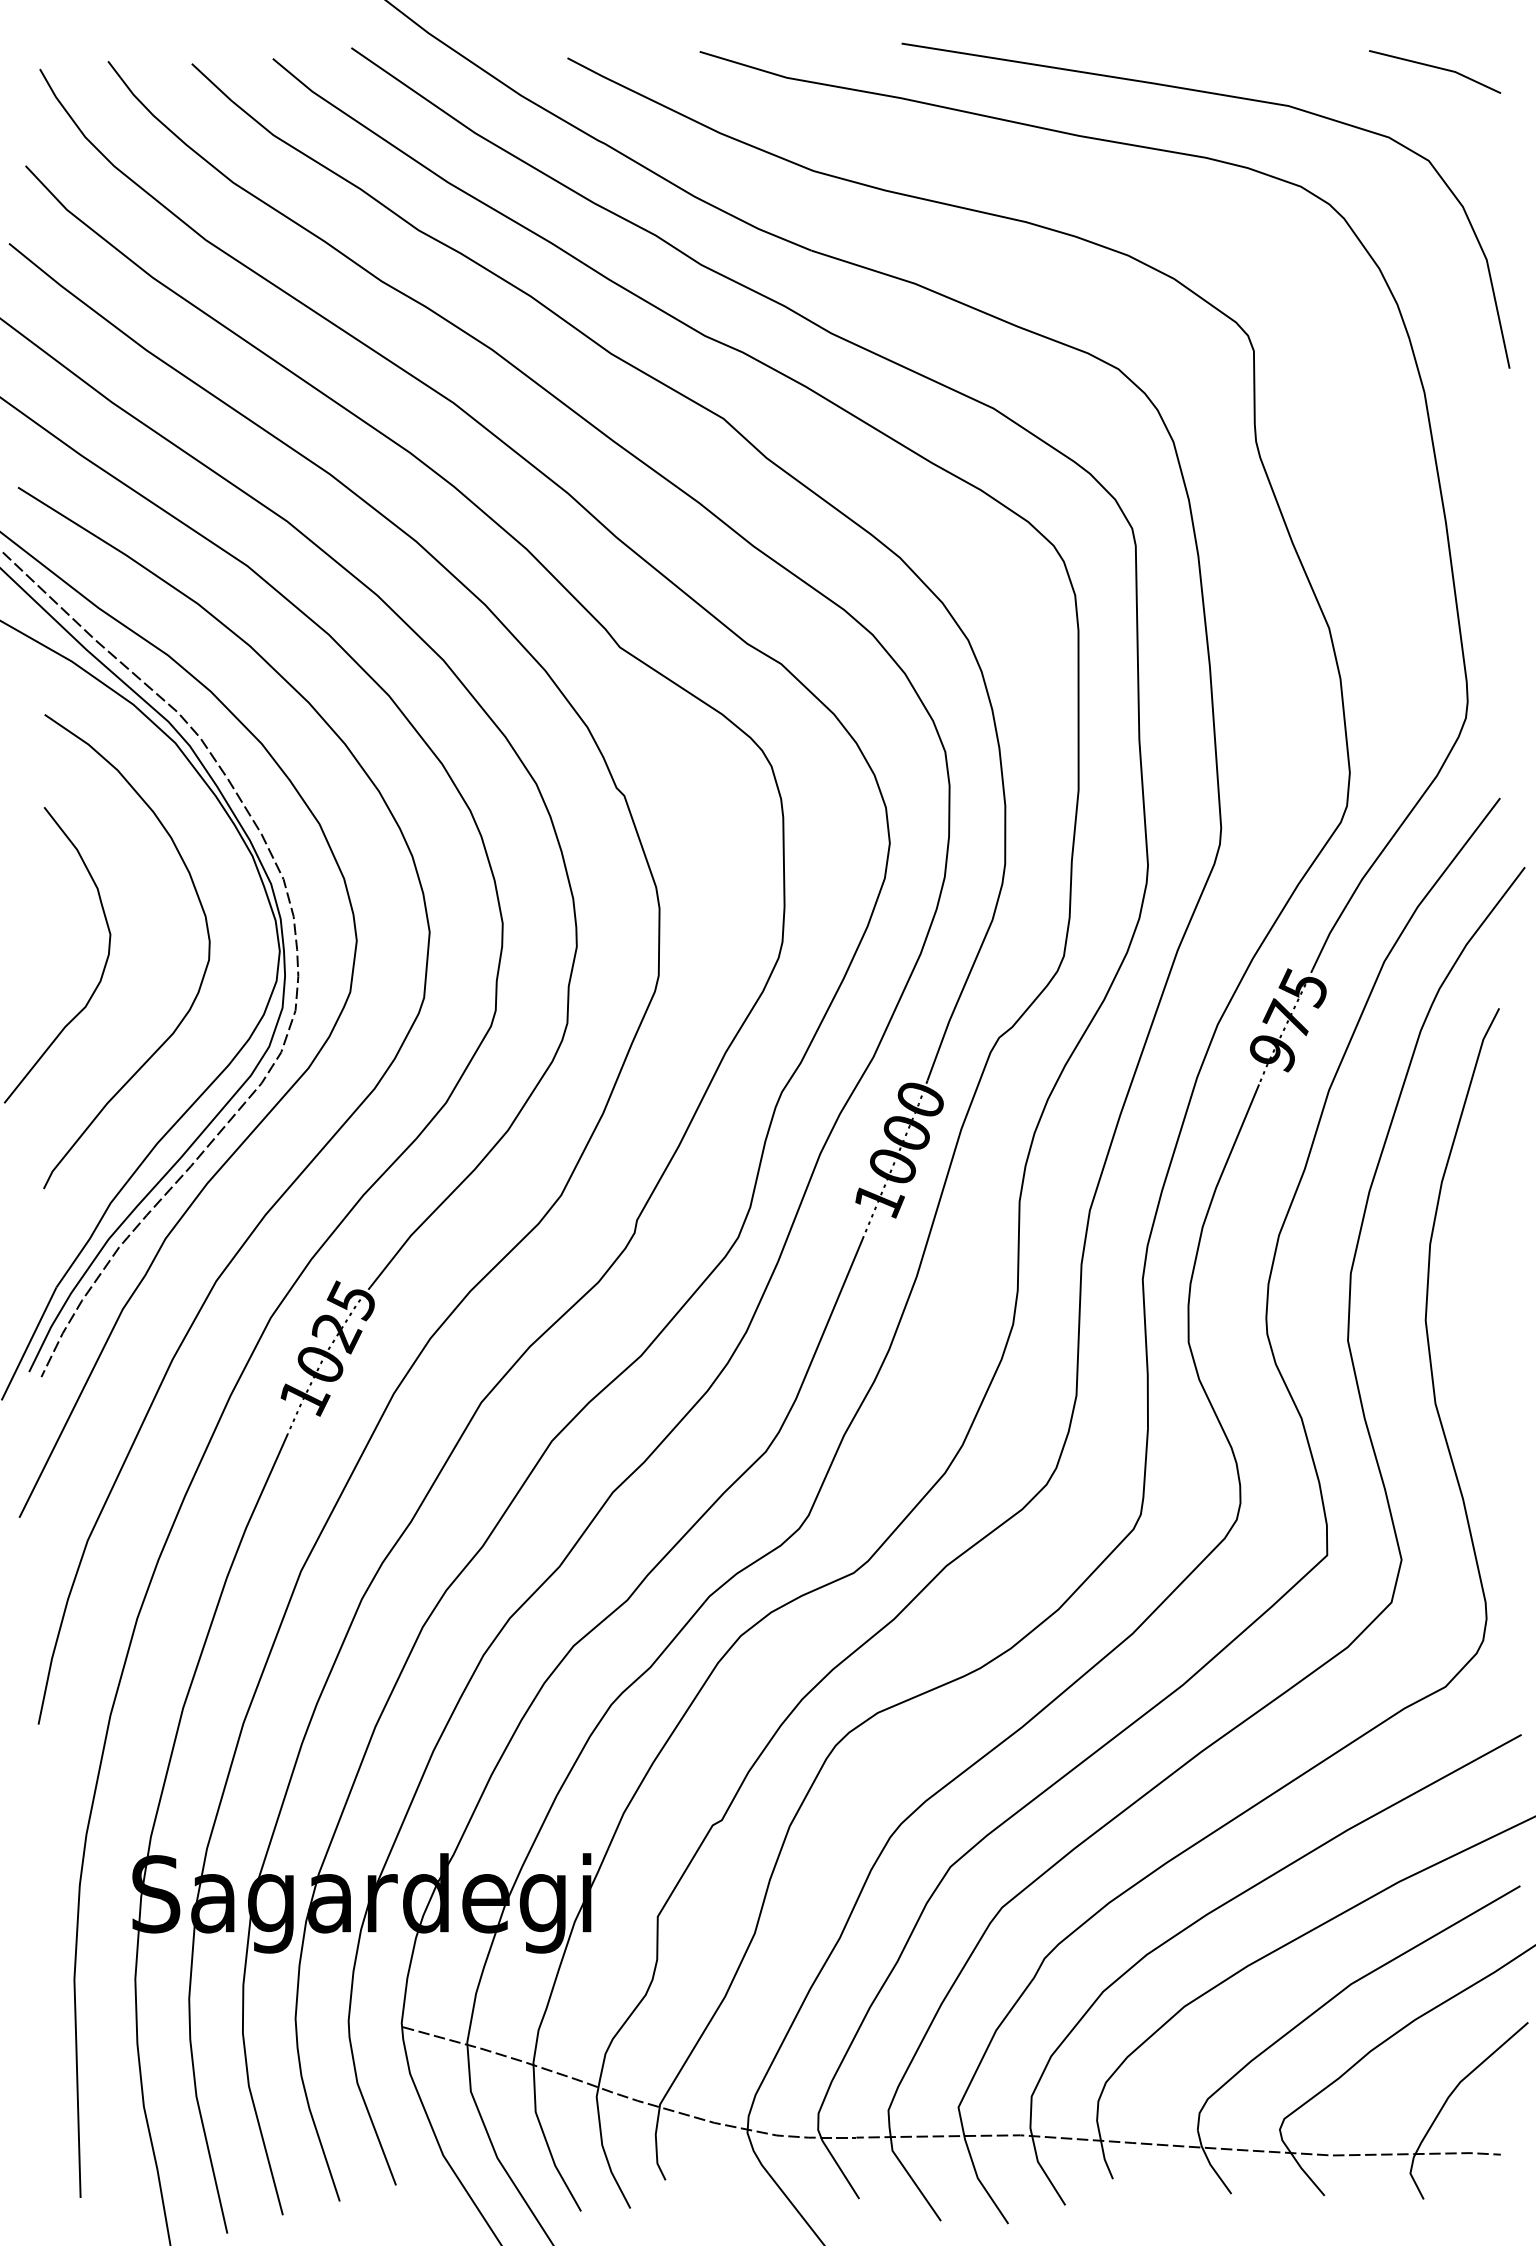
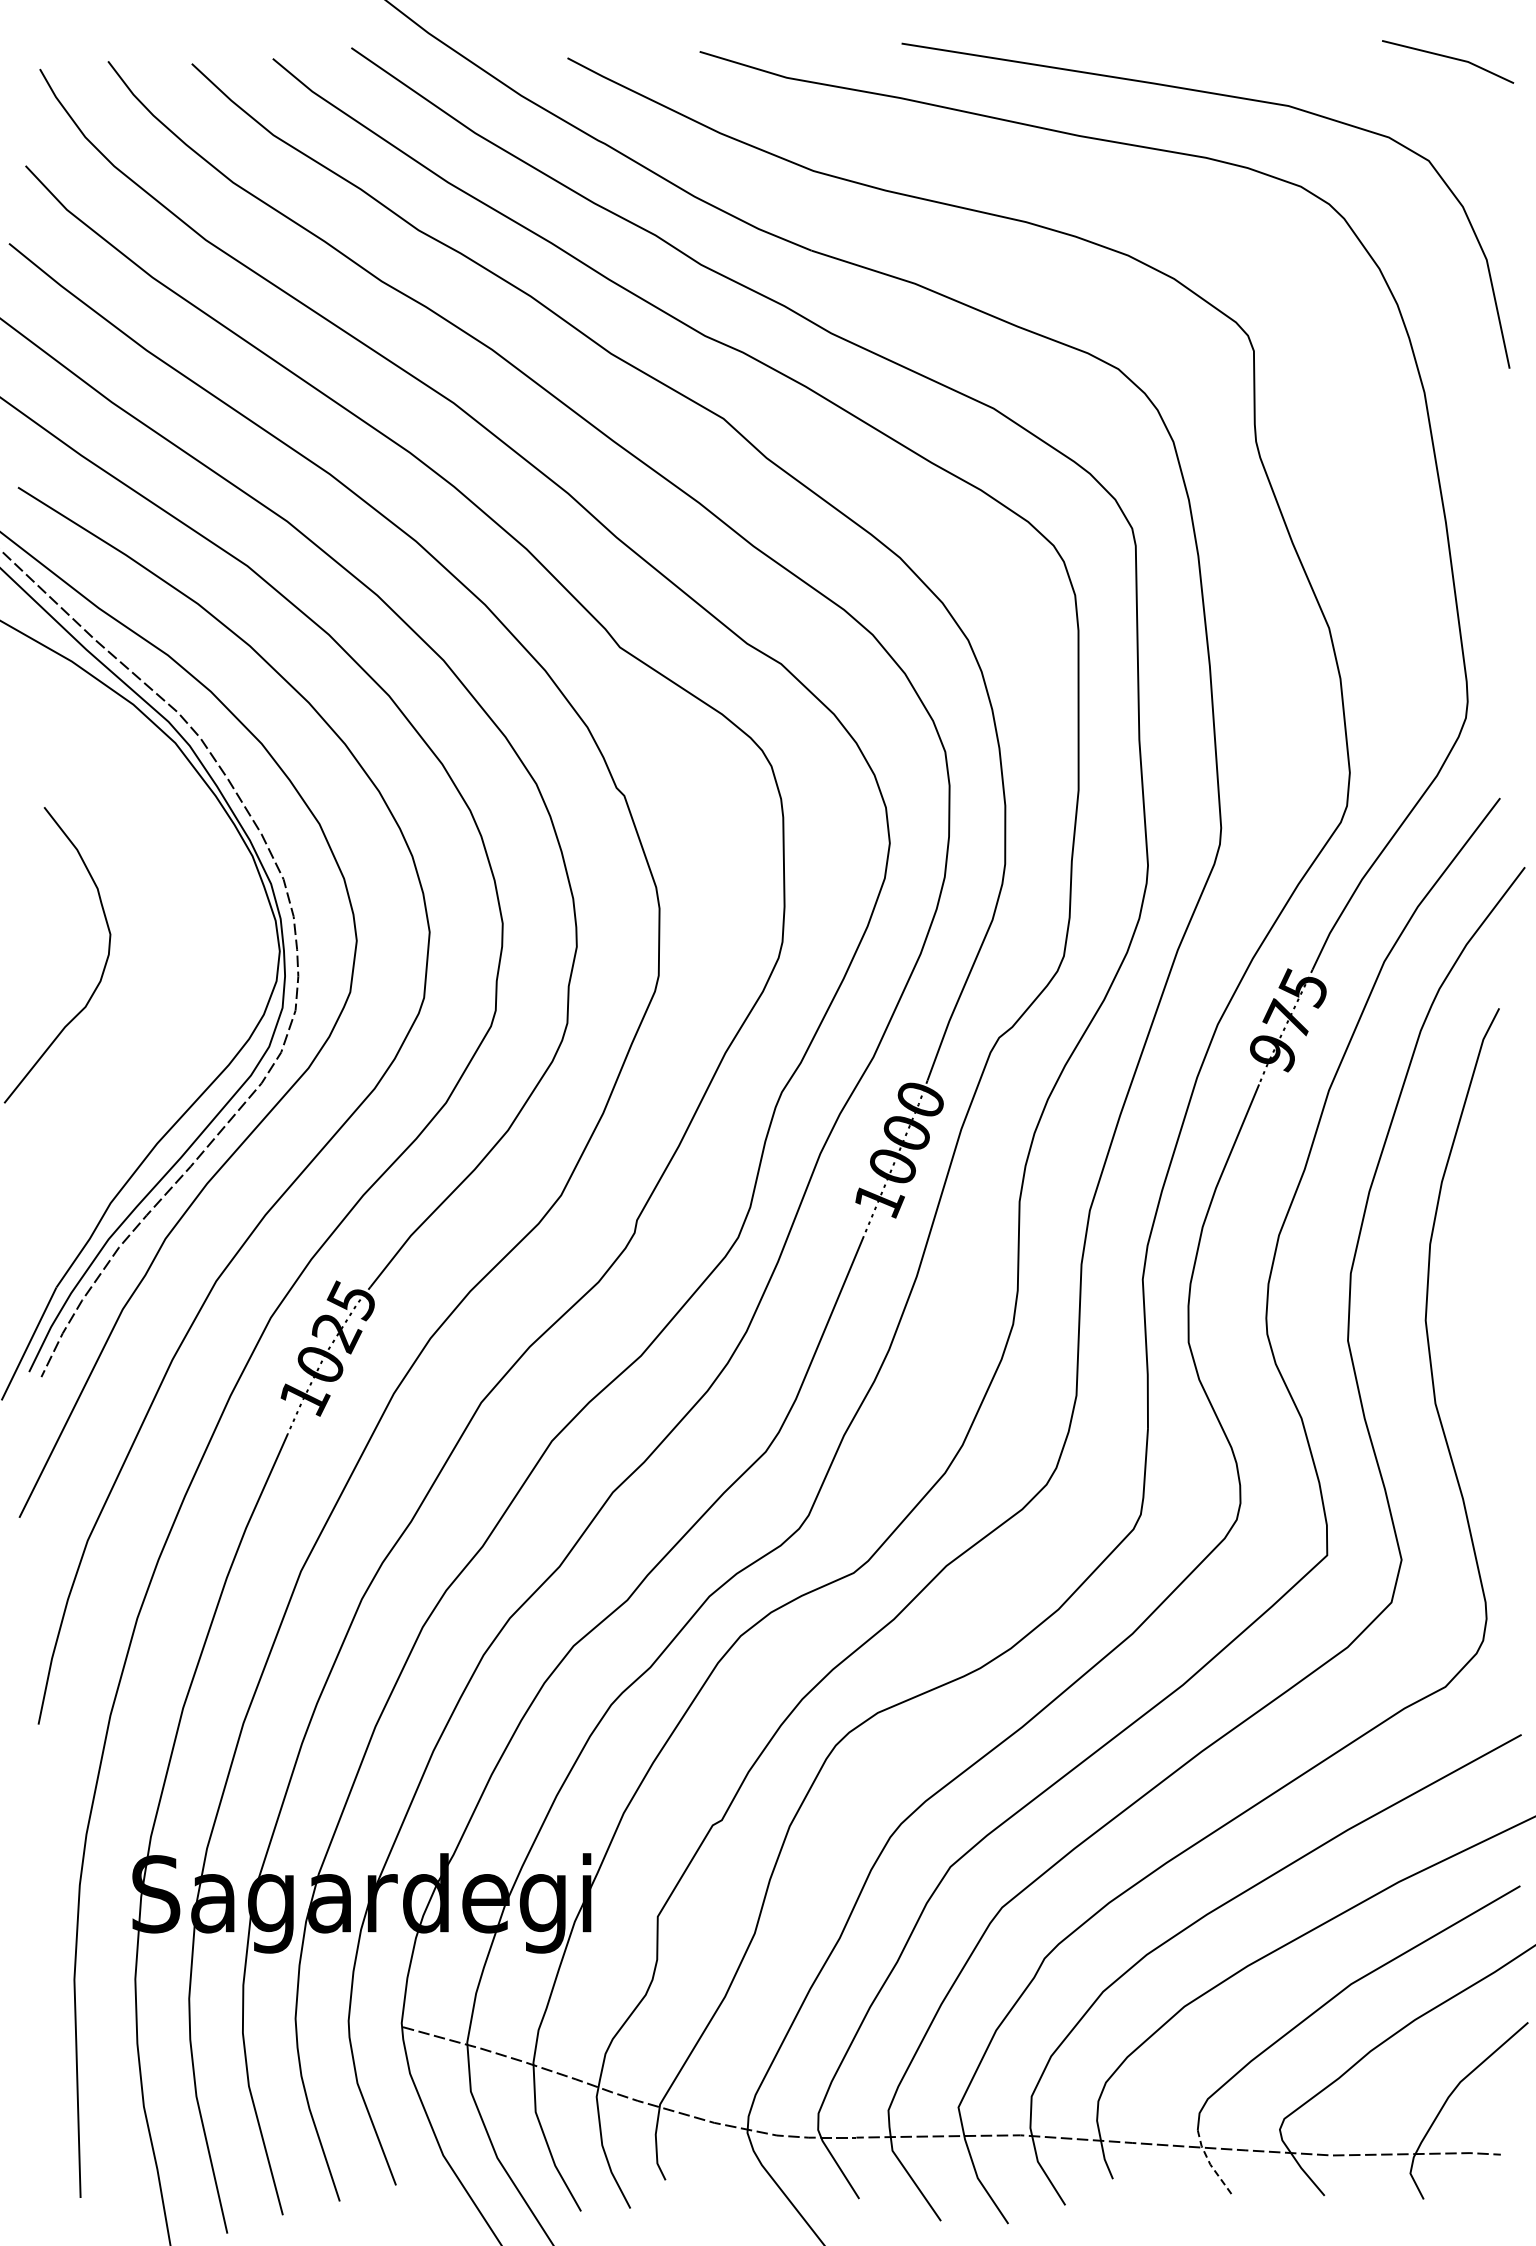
line at (1435, 68) position: (1435, 68) -> (1448, 58)
curve at (202, 976): present -> none
line at (1210, 2164): solid -> dashed
